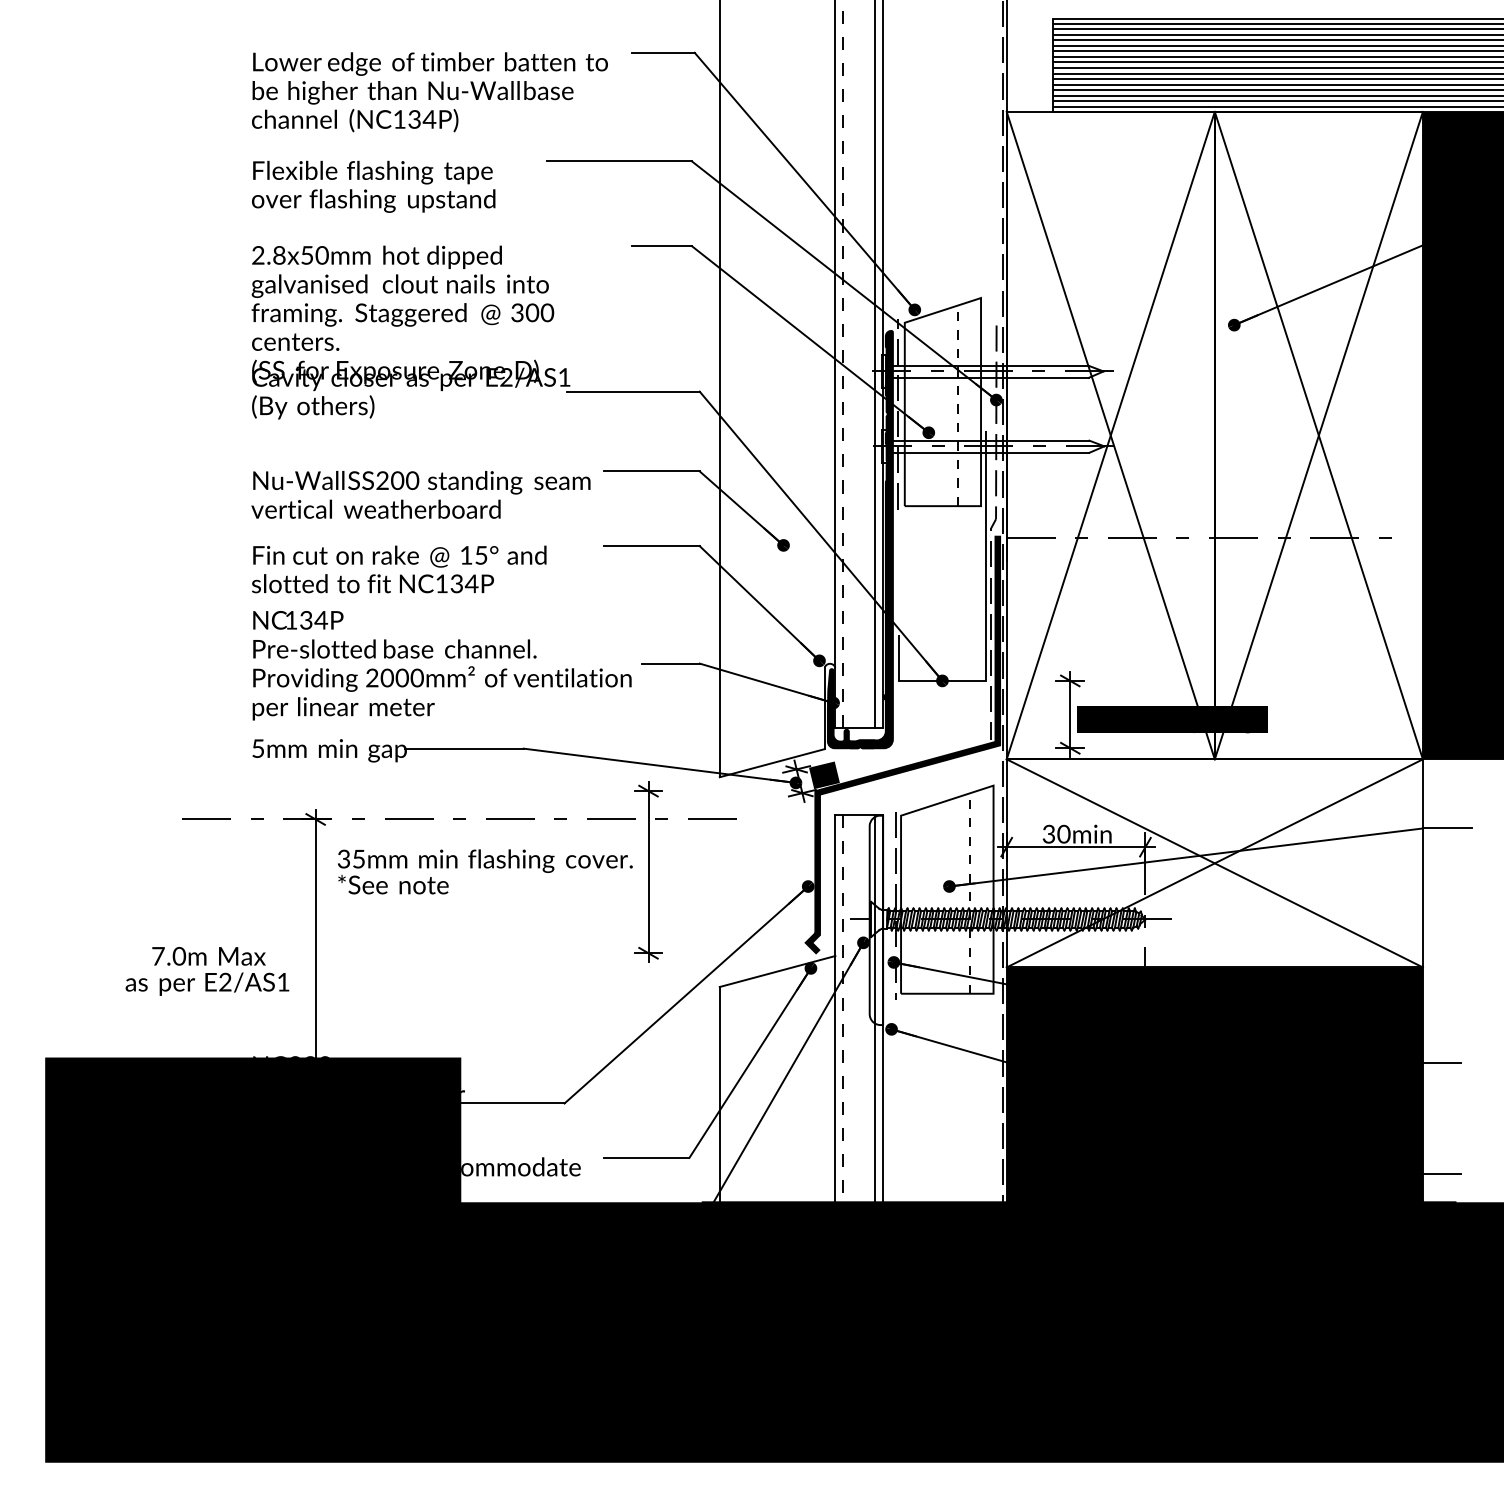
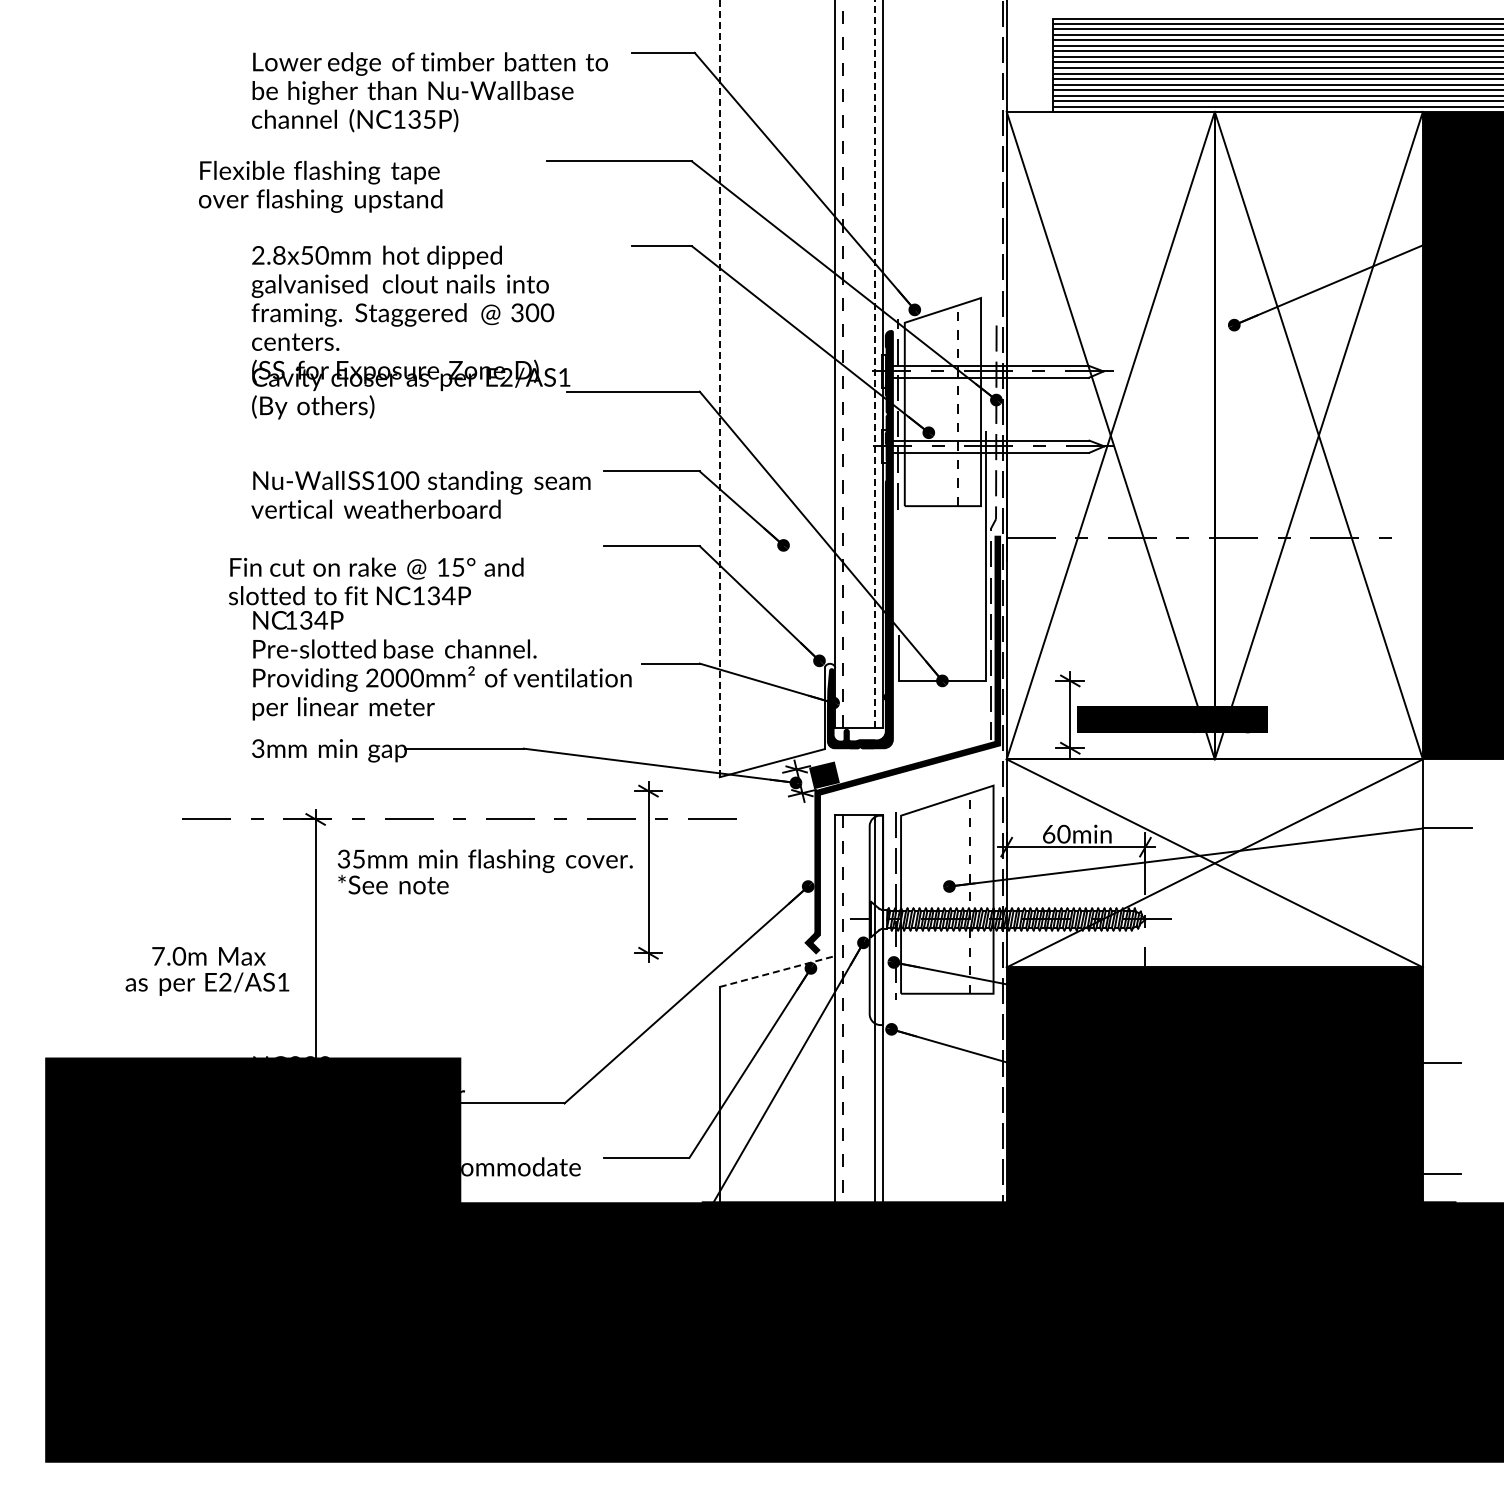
text at (429, 119): (NC134P) -> (NC135P)
text at (373, 186) position: (373, 186) -> (320, 186)
line at (874, 364): solid -> dashed
line at (719, 388): solid -> dashed
text at (382, 480): SS200 -> SS100
text at (399, 569) position: (399, 569) -> (376, 581)
text at (258, 748): 5mm -> 3mm
text at (1048, 833): 30min -> 60min
line at (777, 971): solid -> dashed
